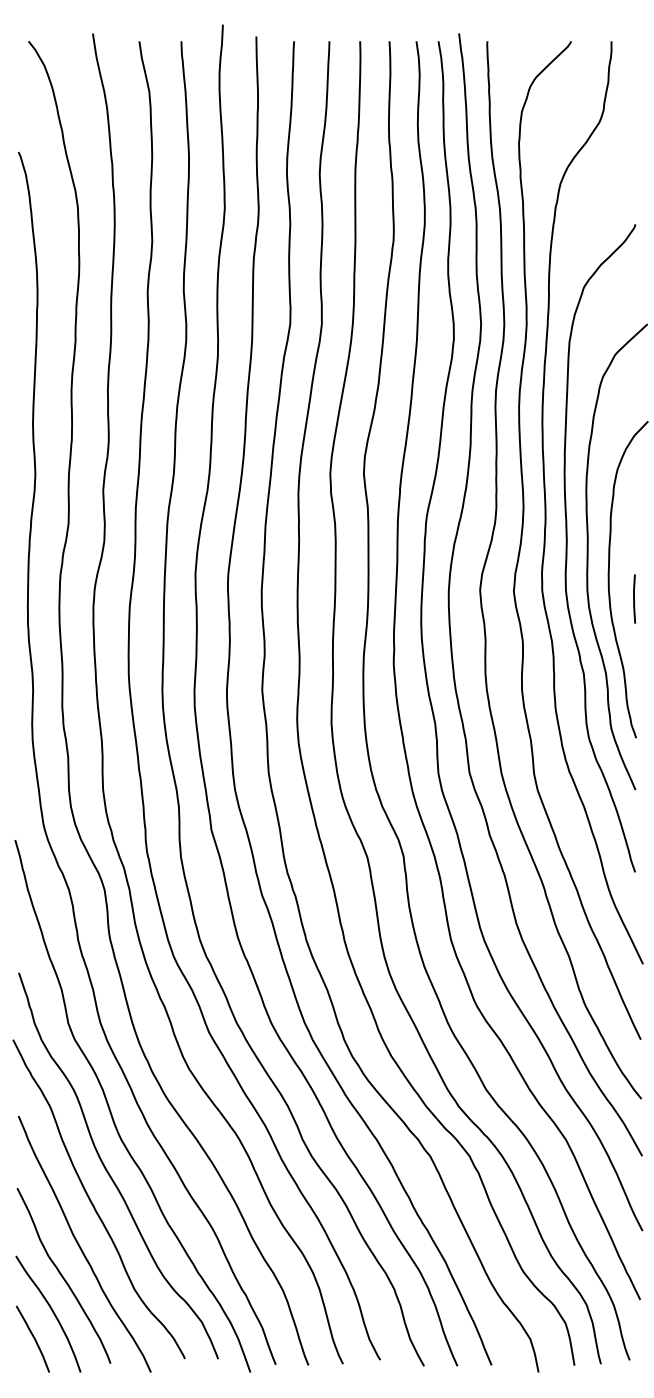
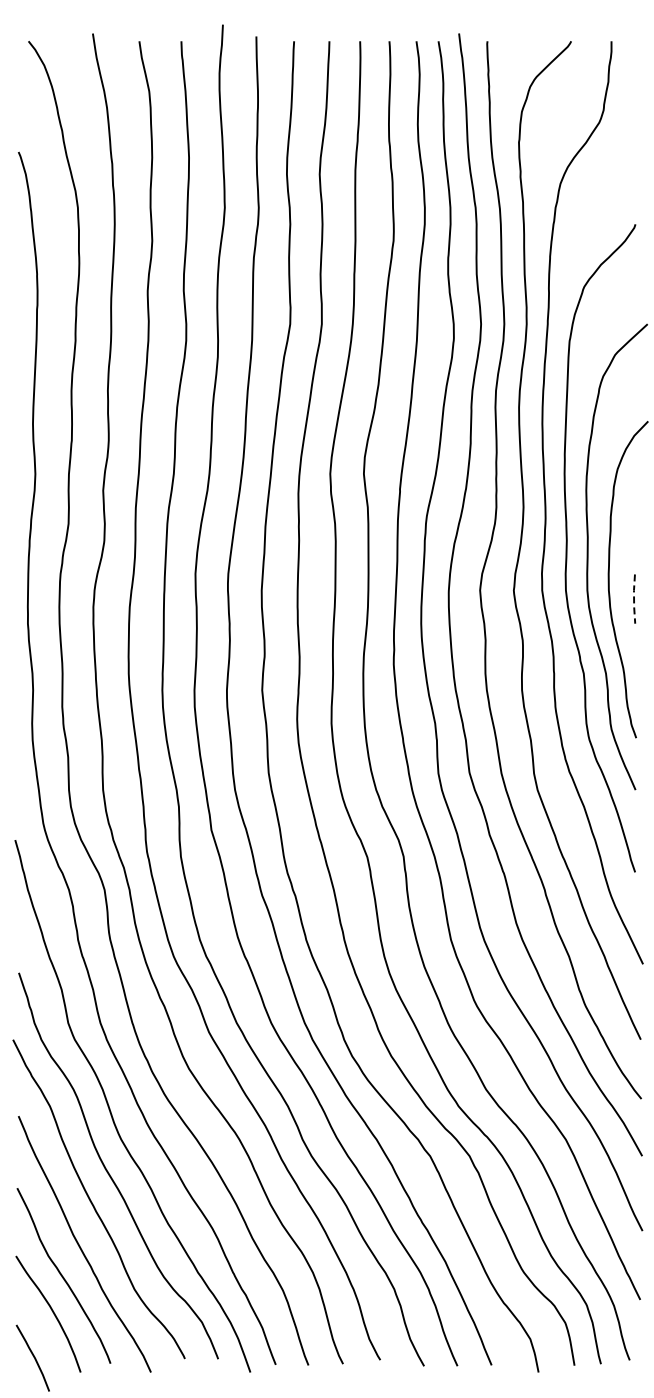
line at (634, 599): solid -> dashed
curve at (33, 1338) position: (33, 1338) -> (33, 1357)
